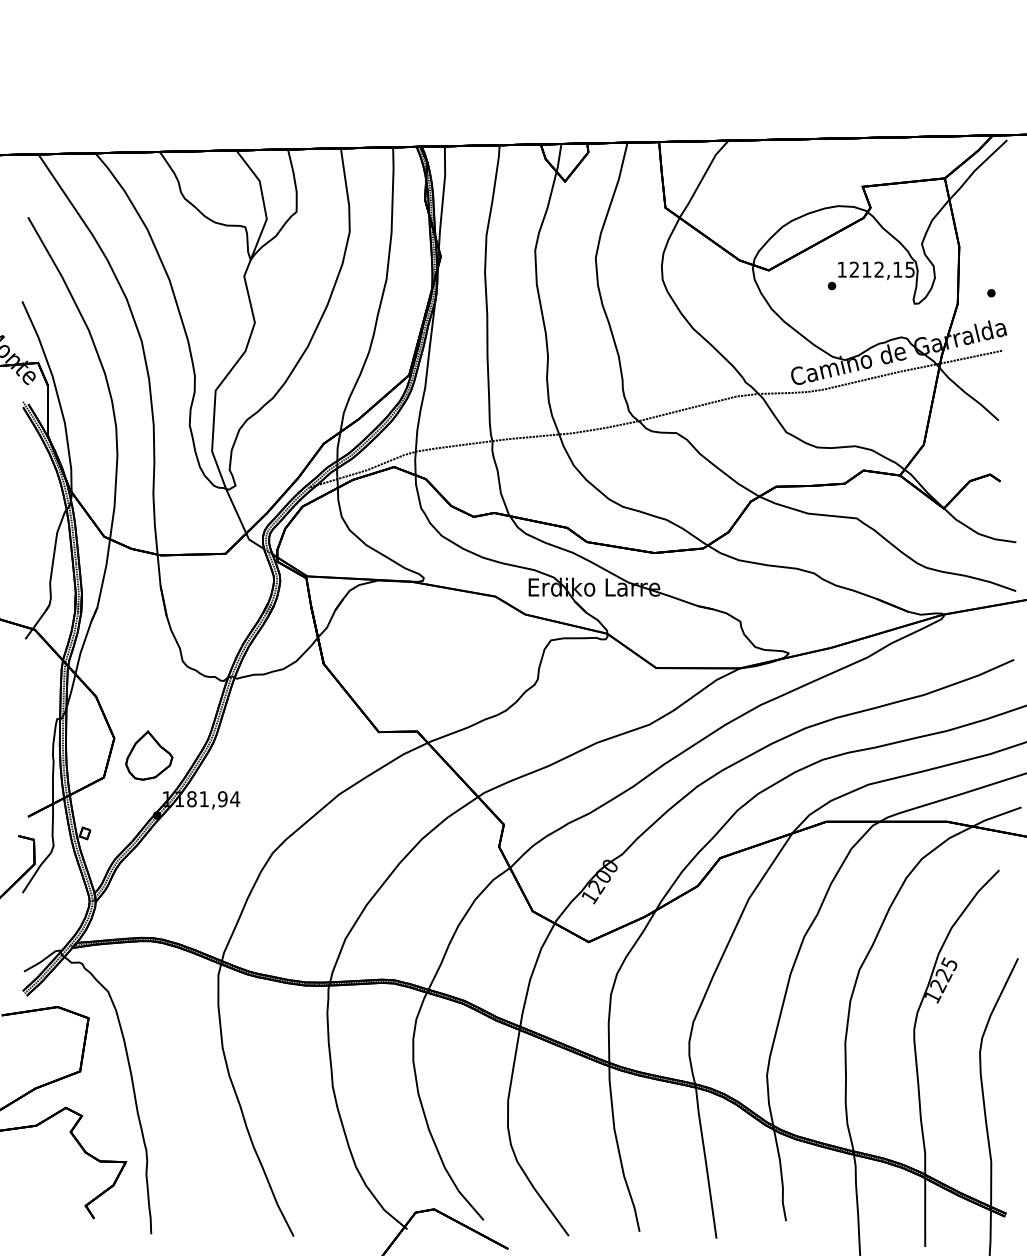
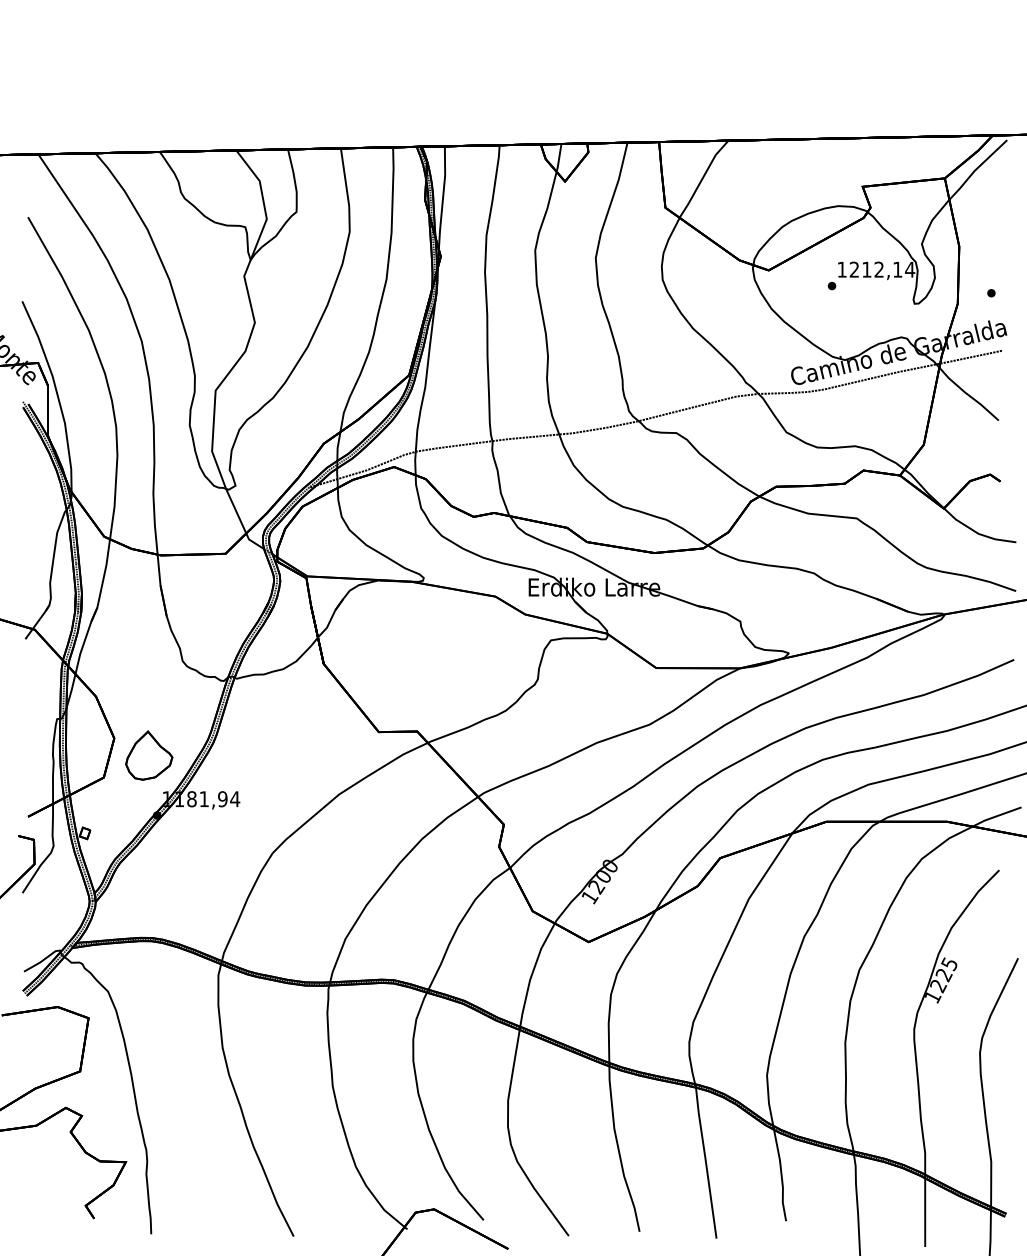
text at (910, 269): 1212,15 -> 1212,14
